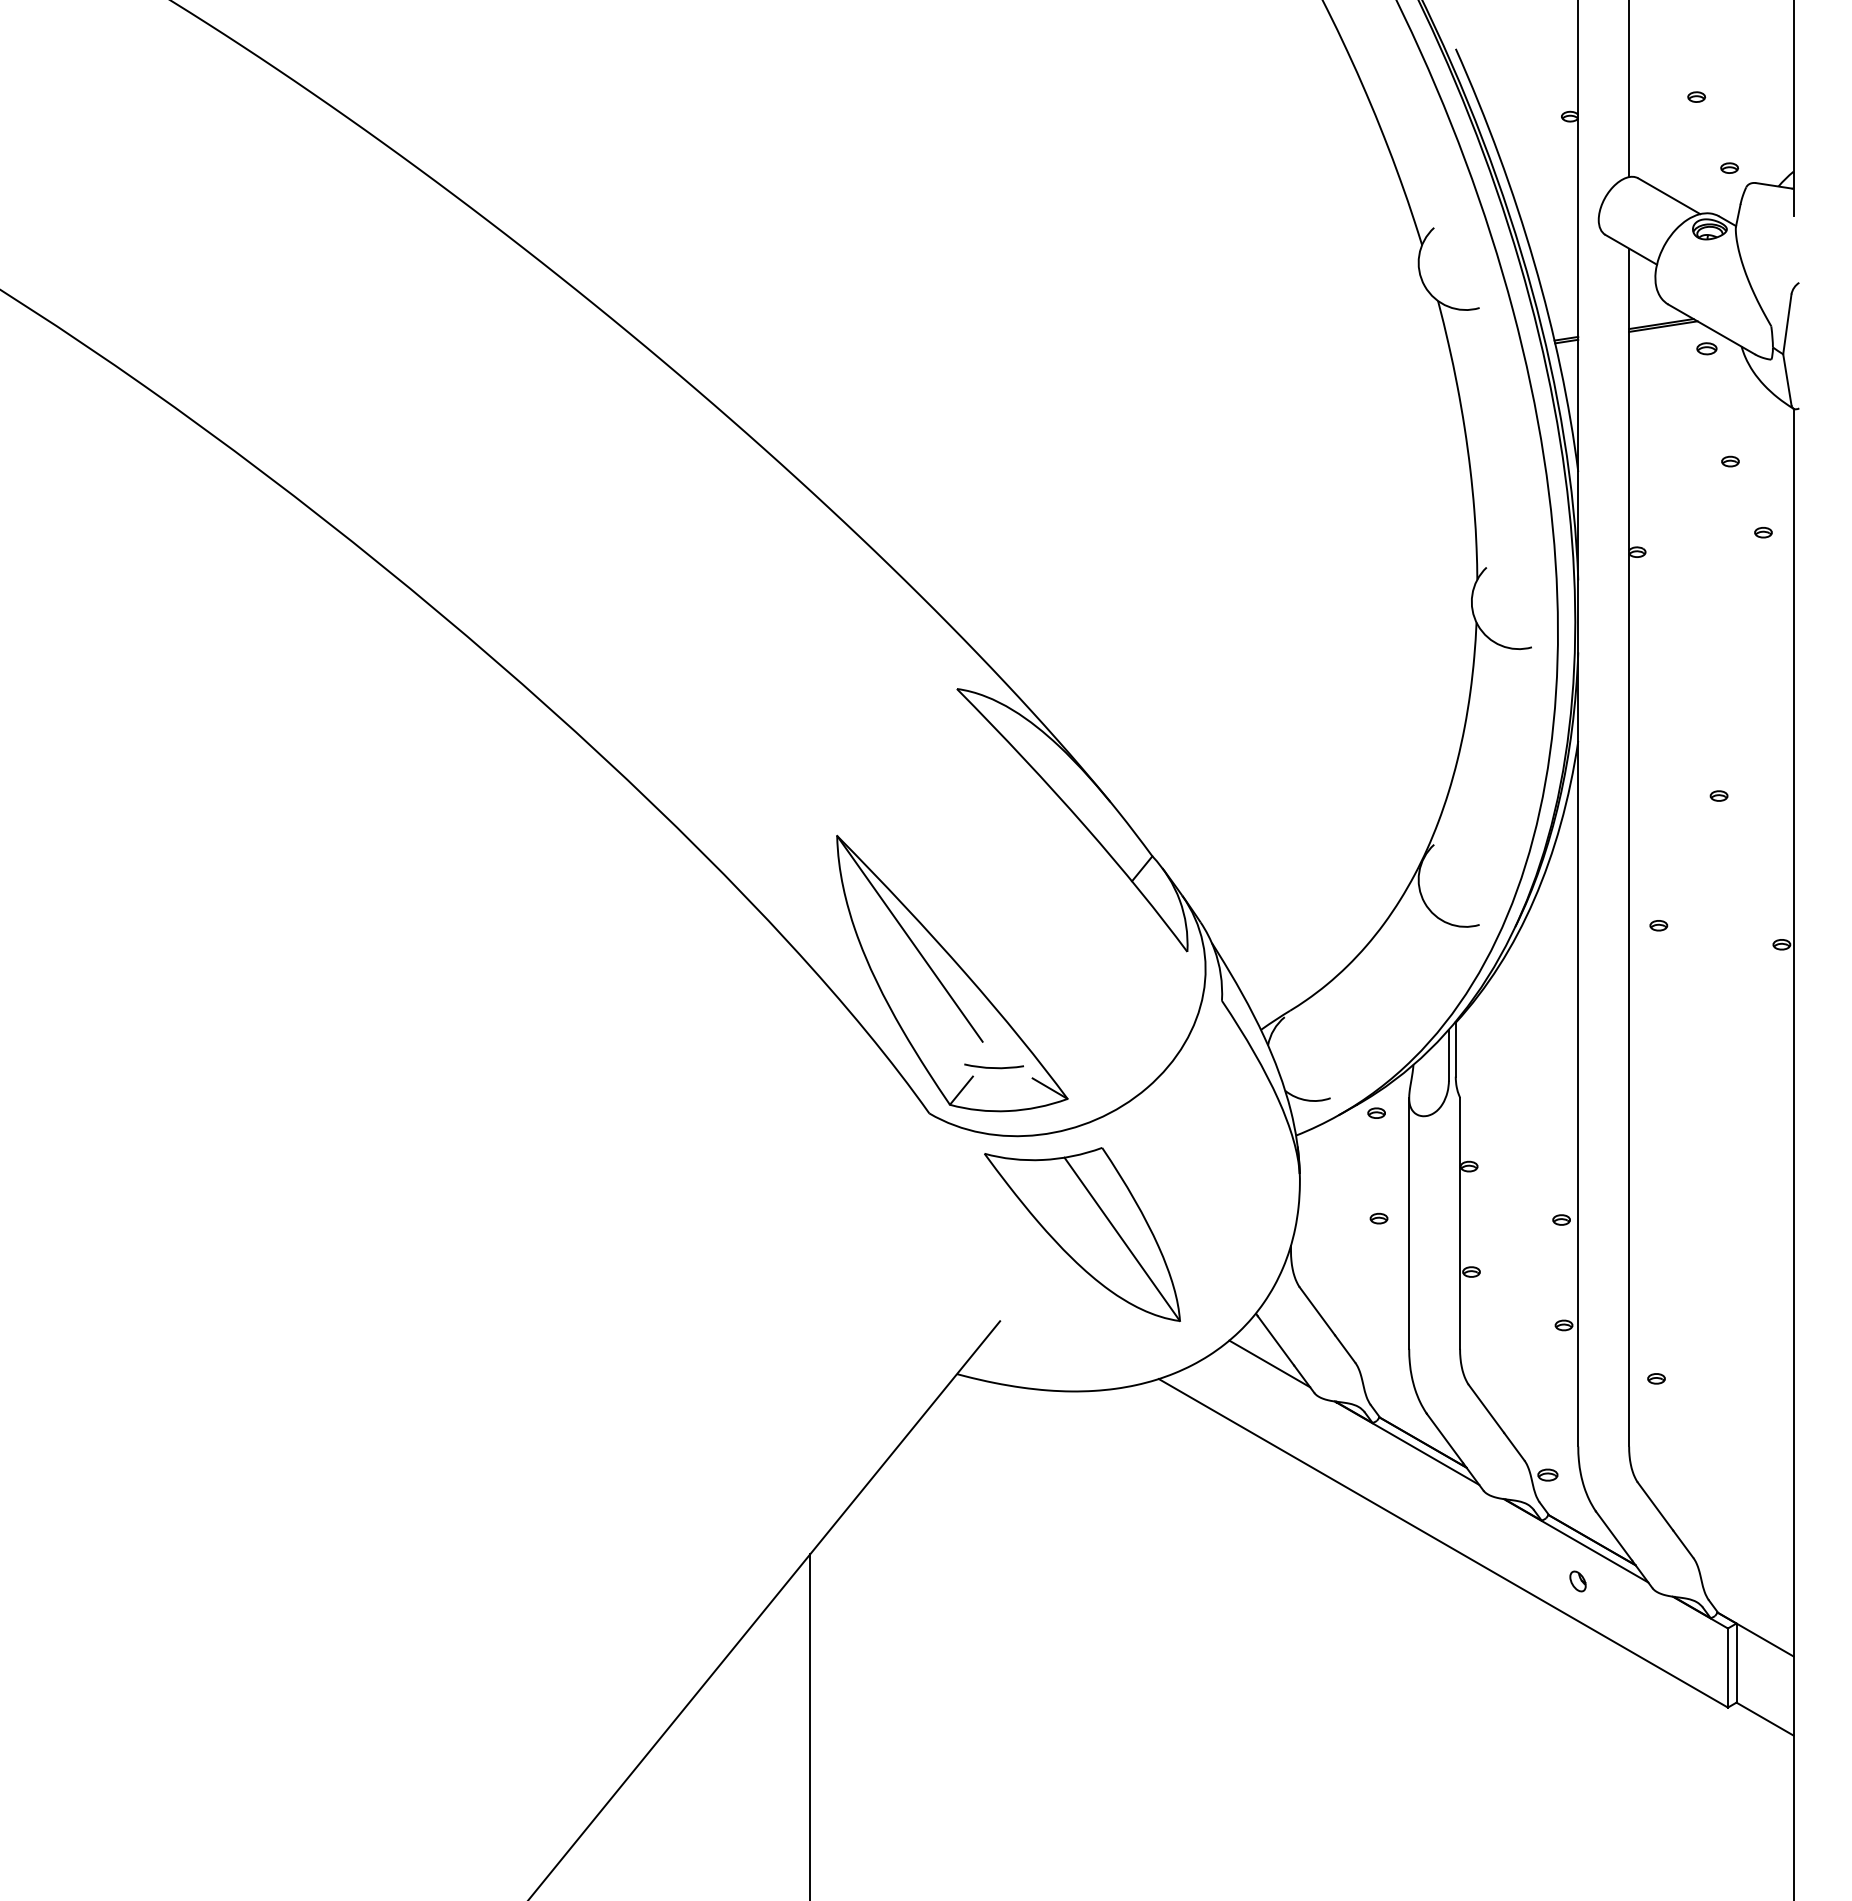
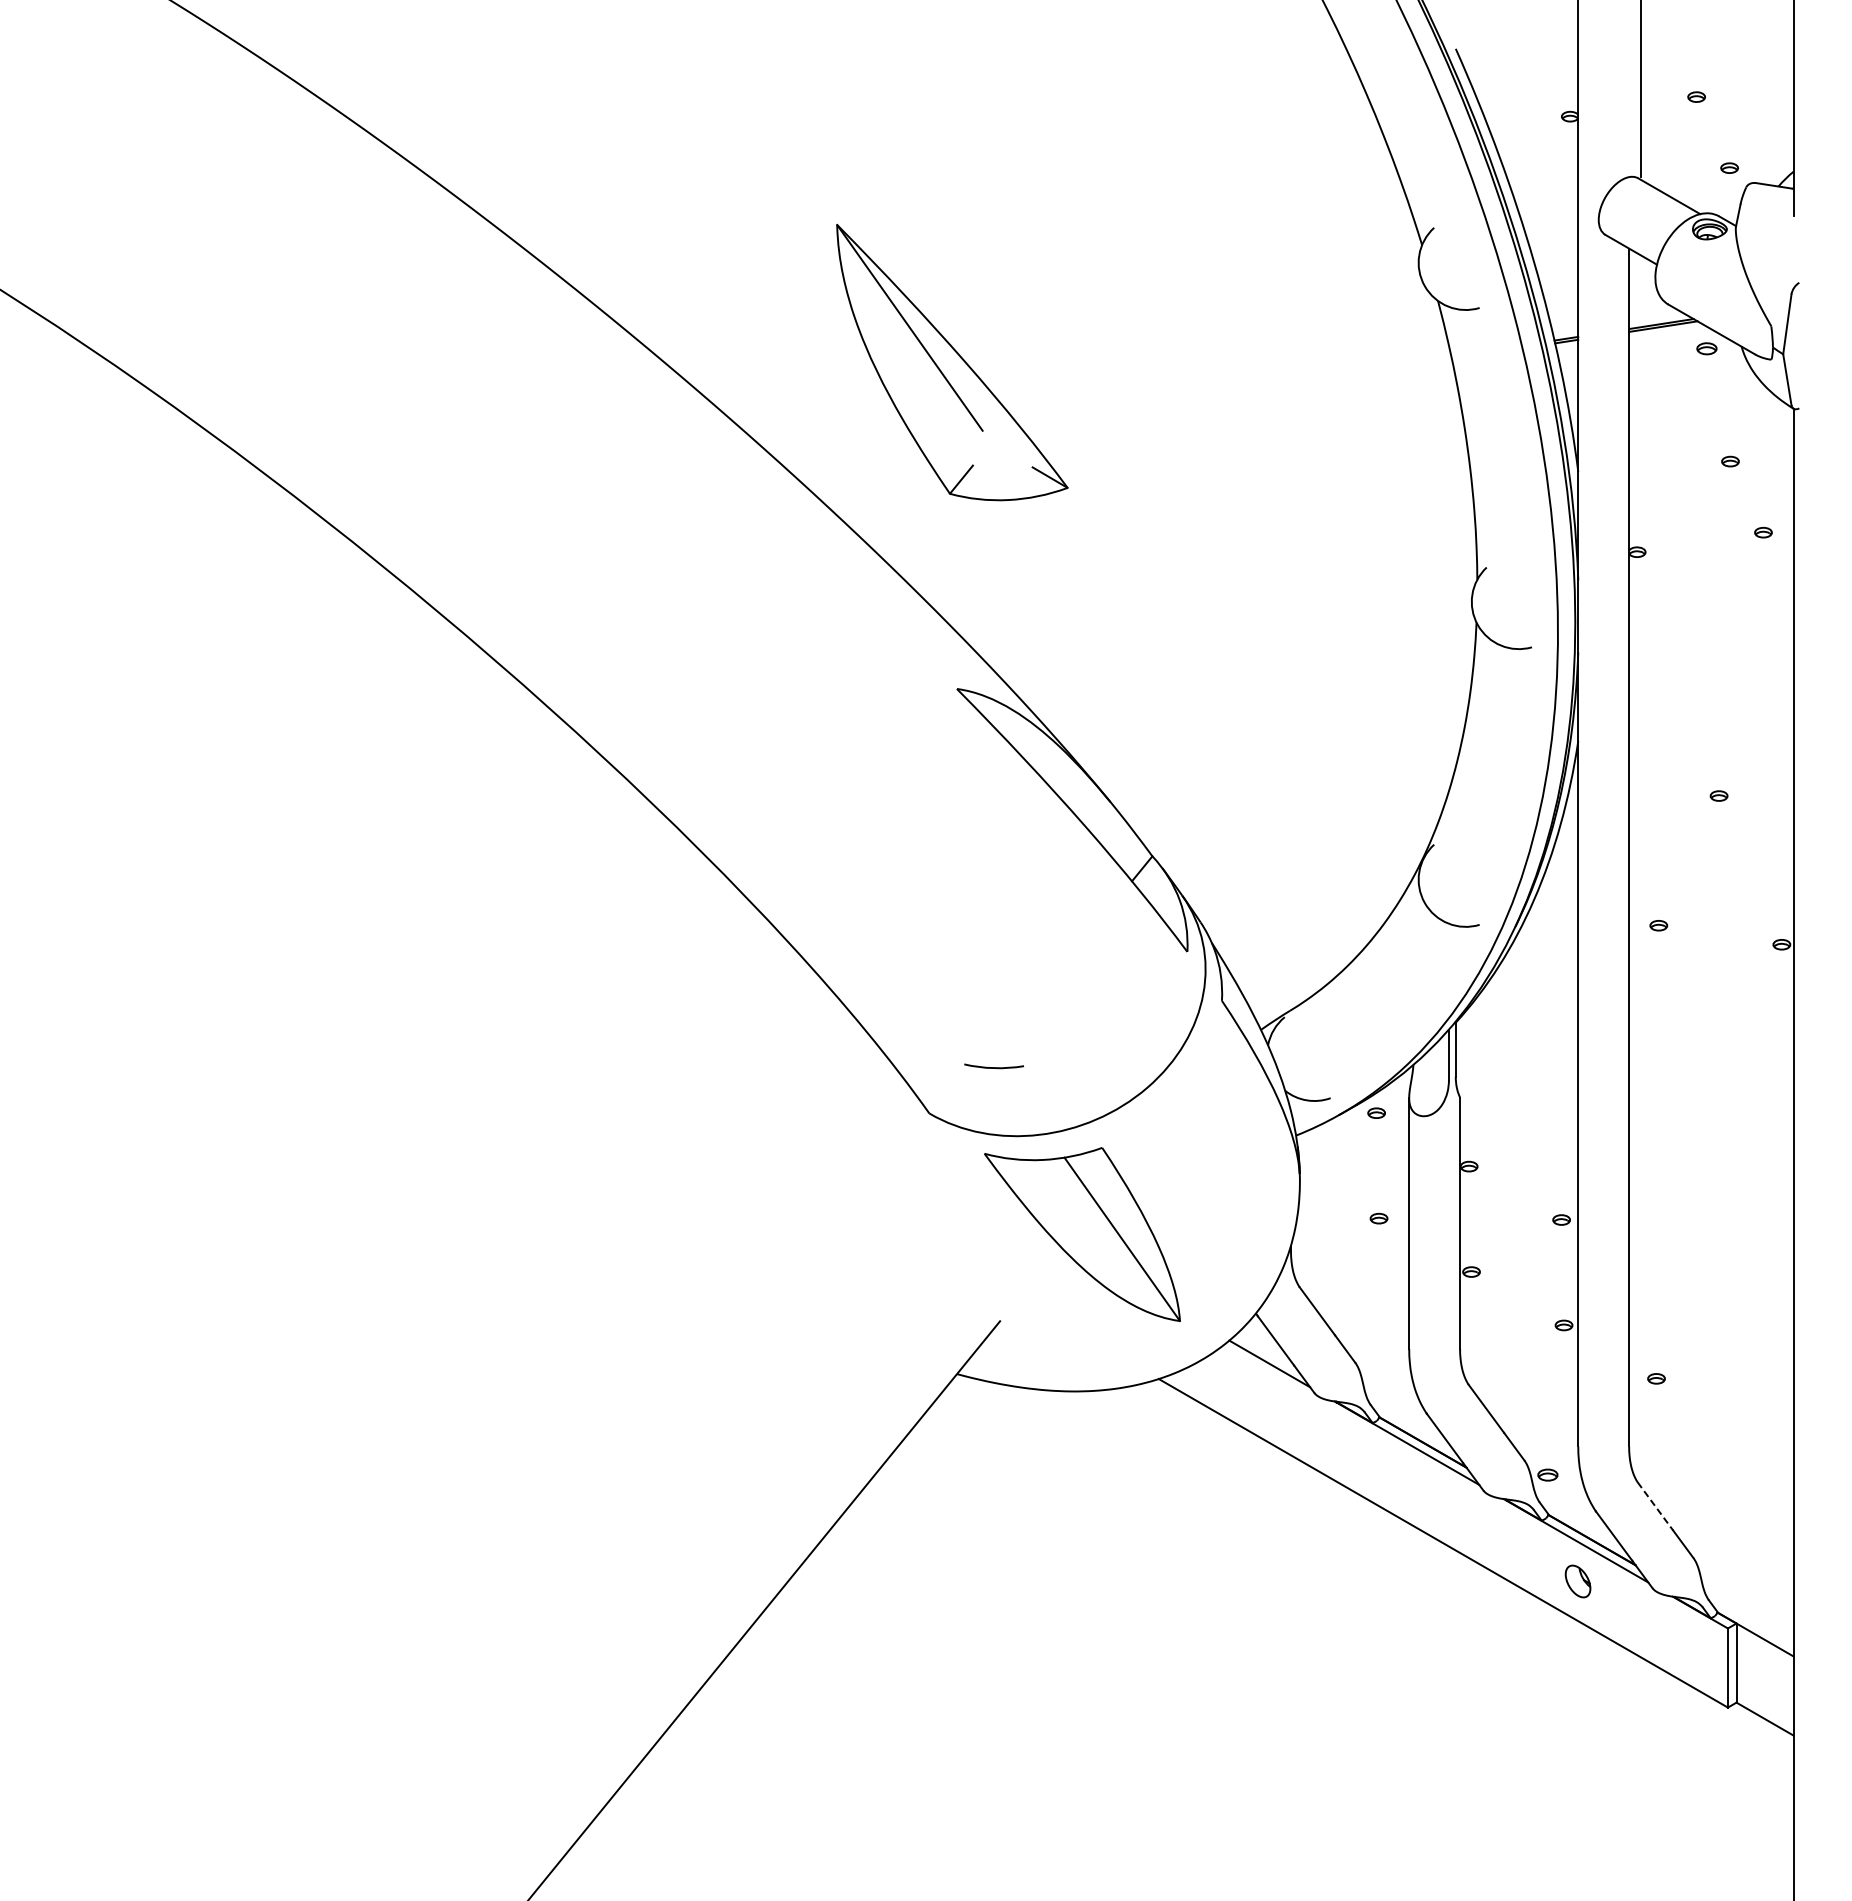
line at (1629, 89) position: (1629, 89) -> (1641, 89)
part at (952, 973) position: (952, 973) -> (952, 362)
line at (1655, 1506): solid -> dashed
part at (1577, 1581) size: 18x23 px -> 28x35 px
line at (810, 1725): present -> none
